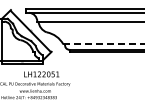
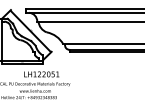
line at (104, 44): dashed -> solid
